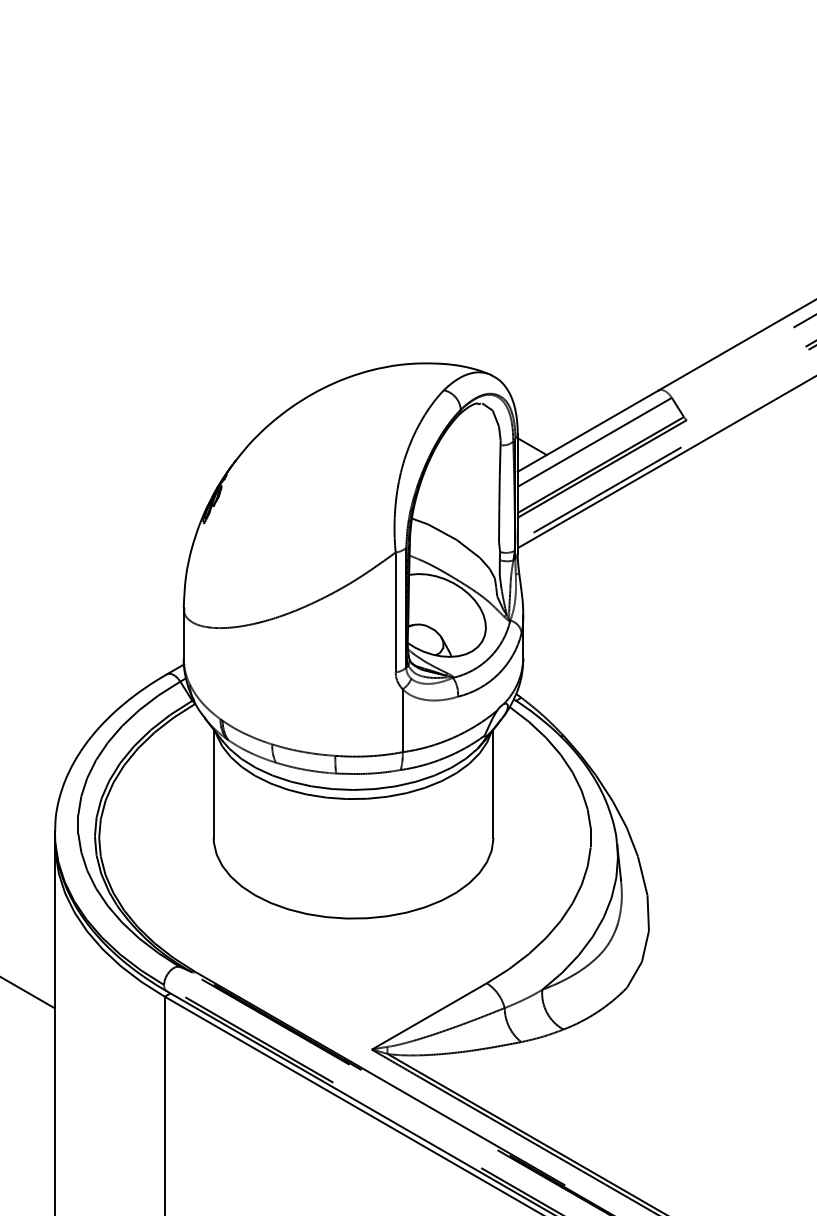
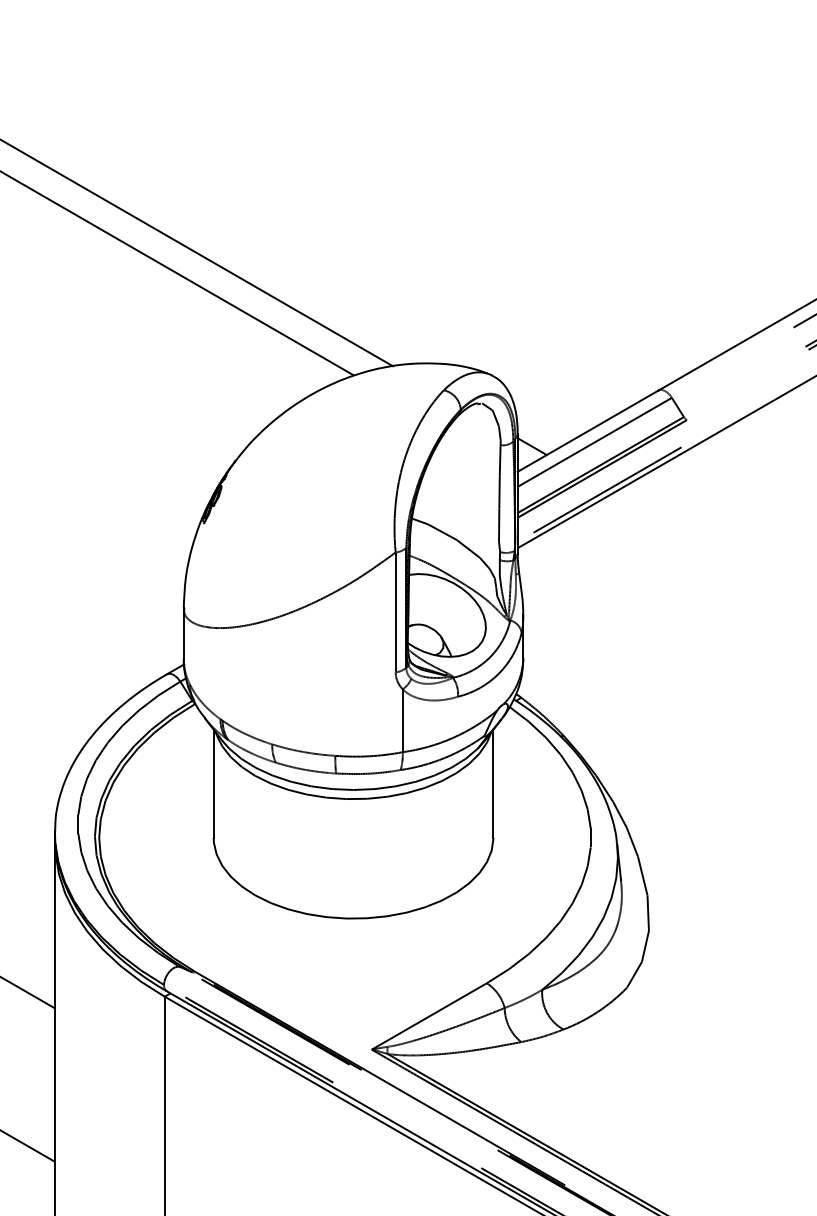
line at (197, 253): none -> present
line at (178, 273): none -> present
line at (28, 1146): none -> present
